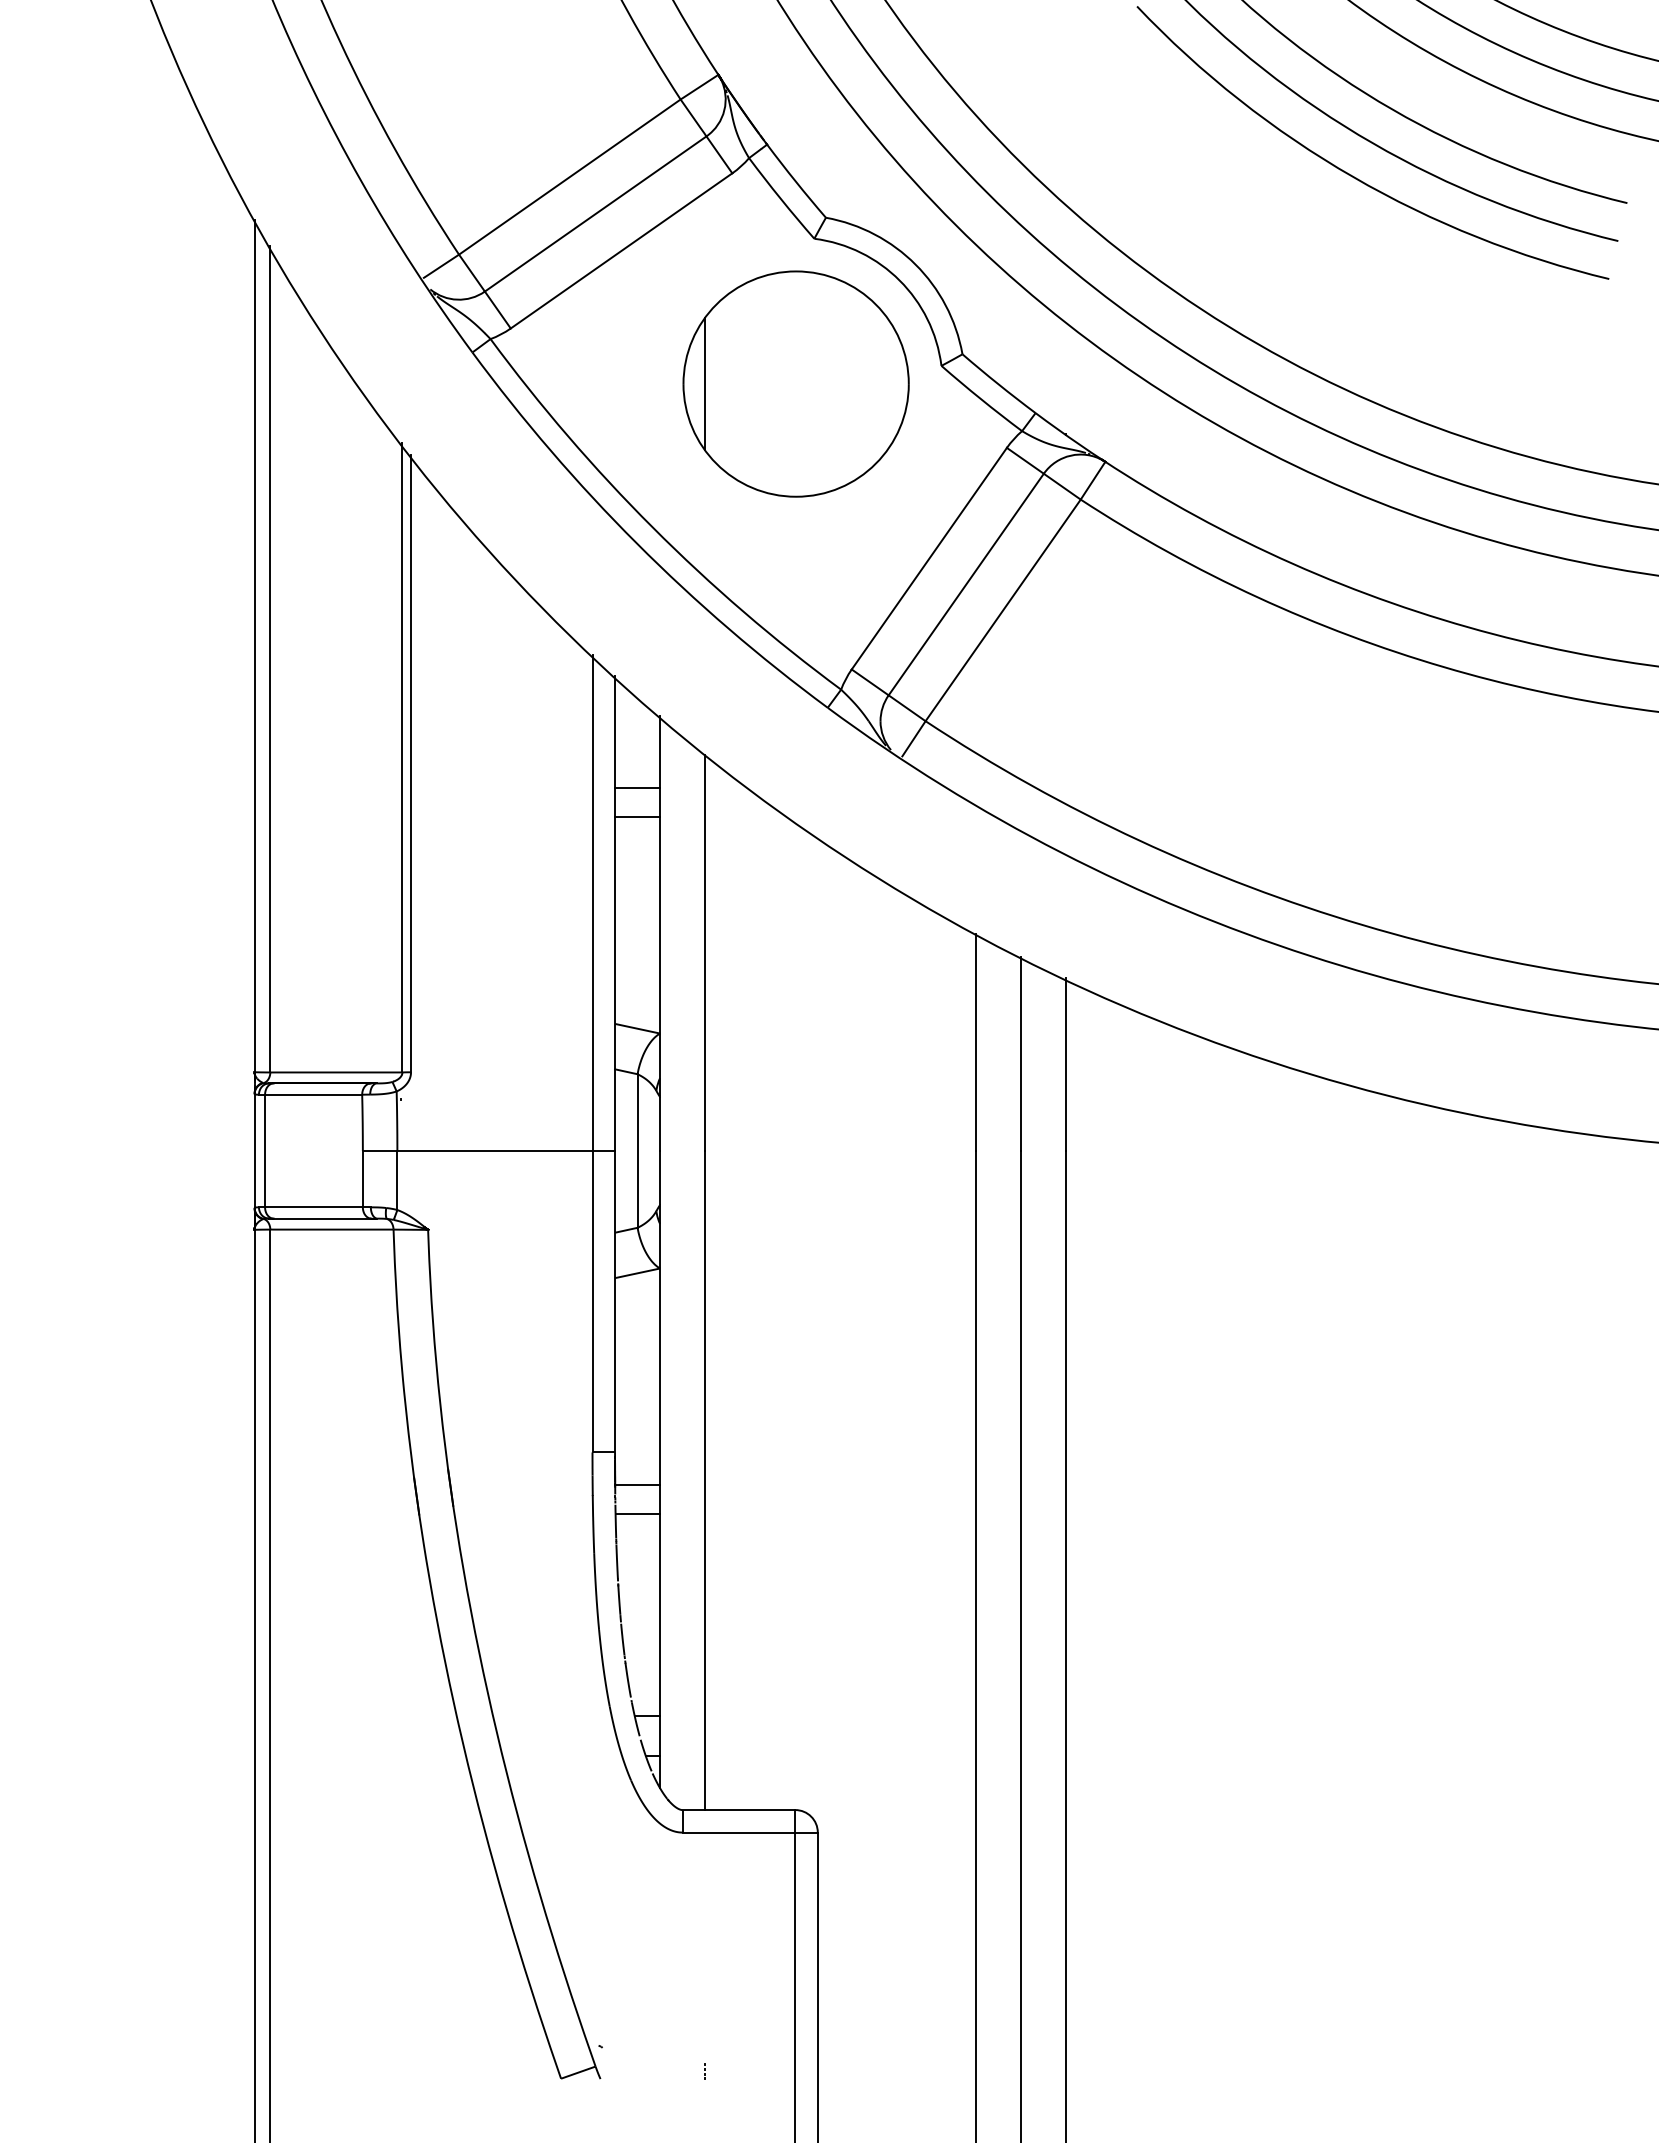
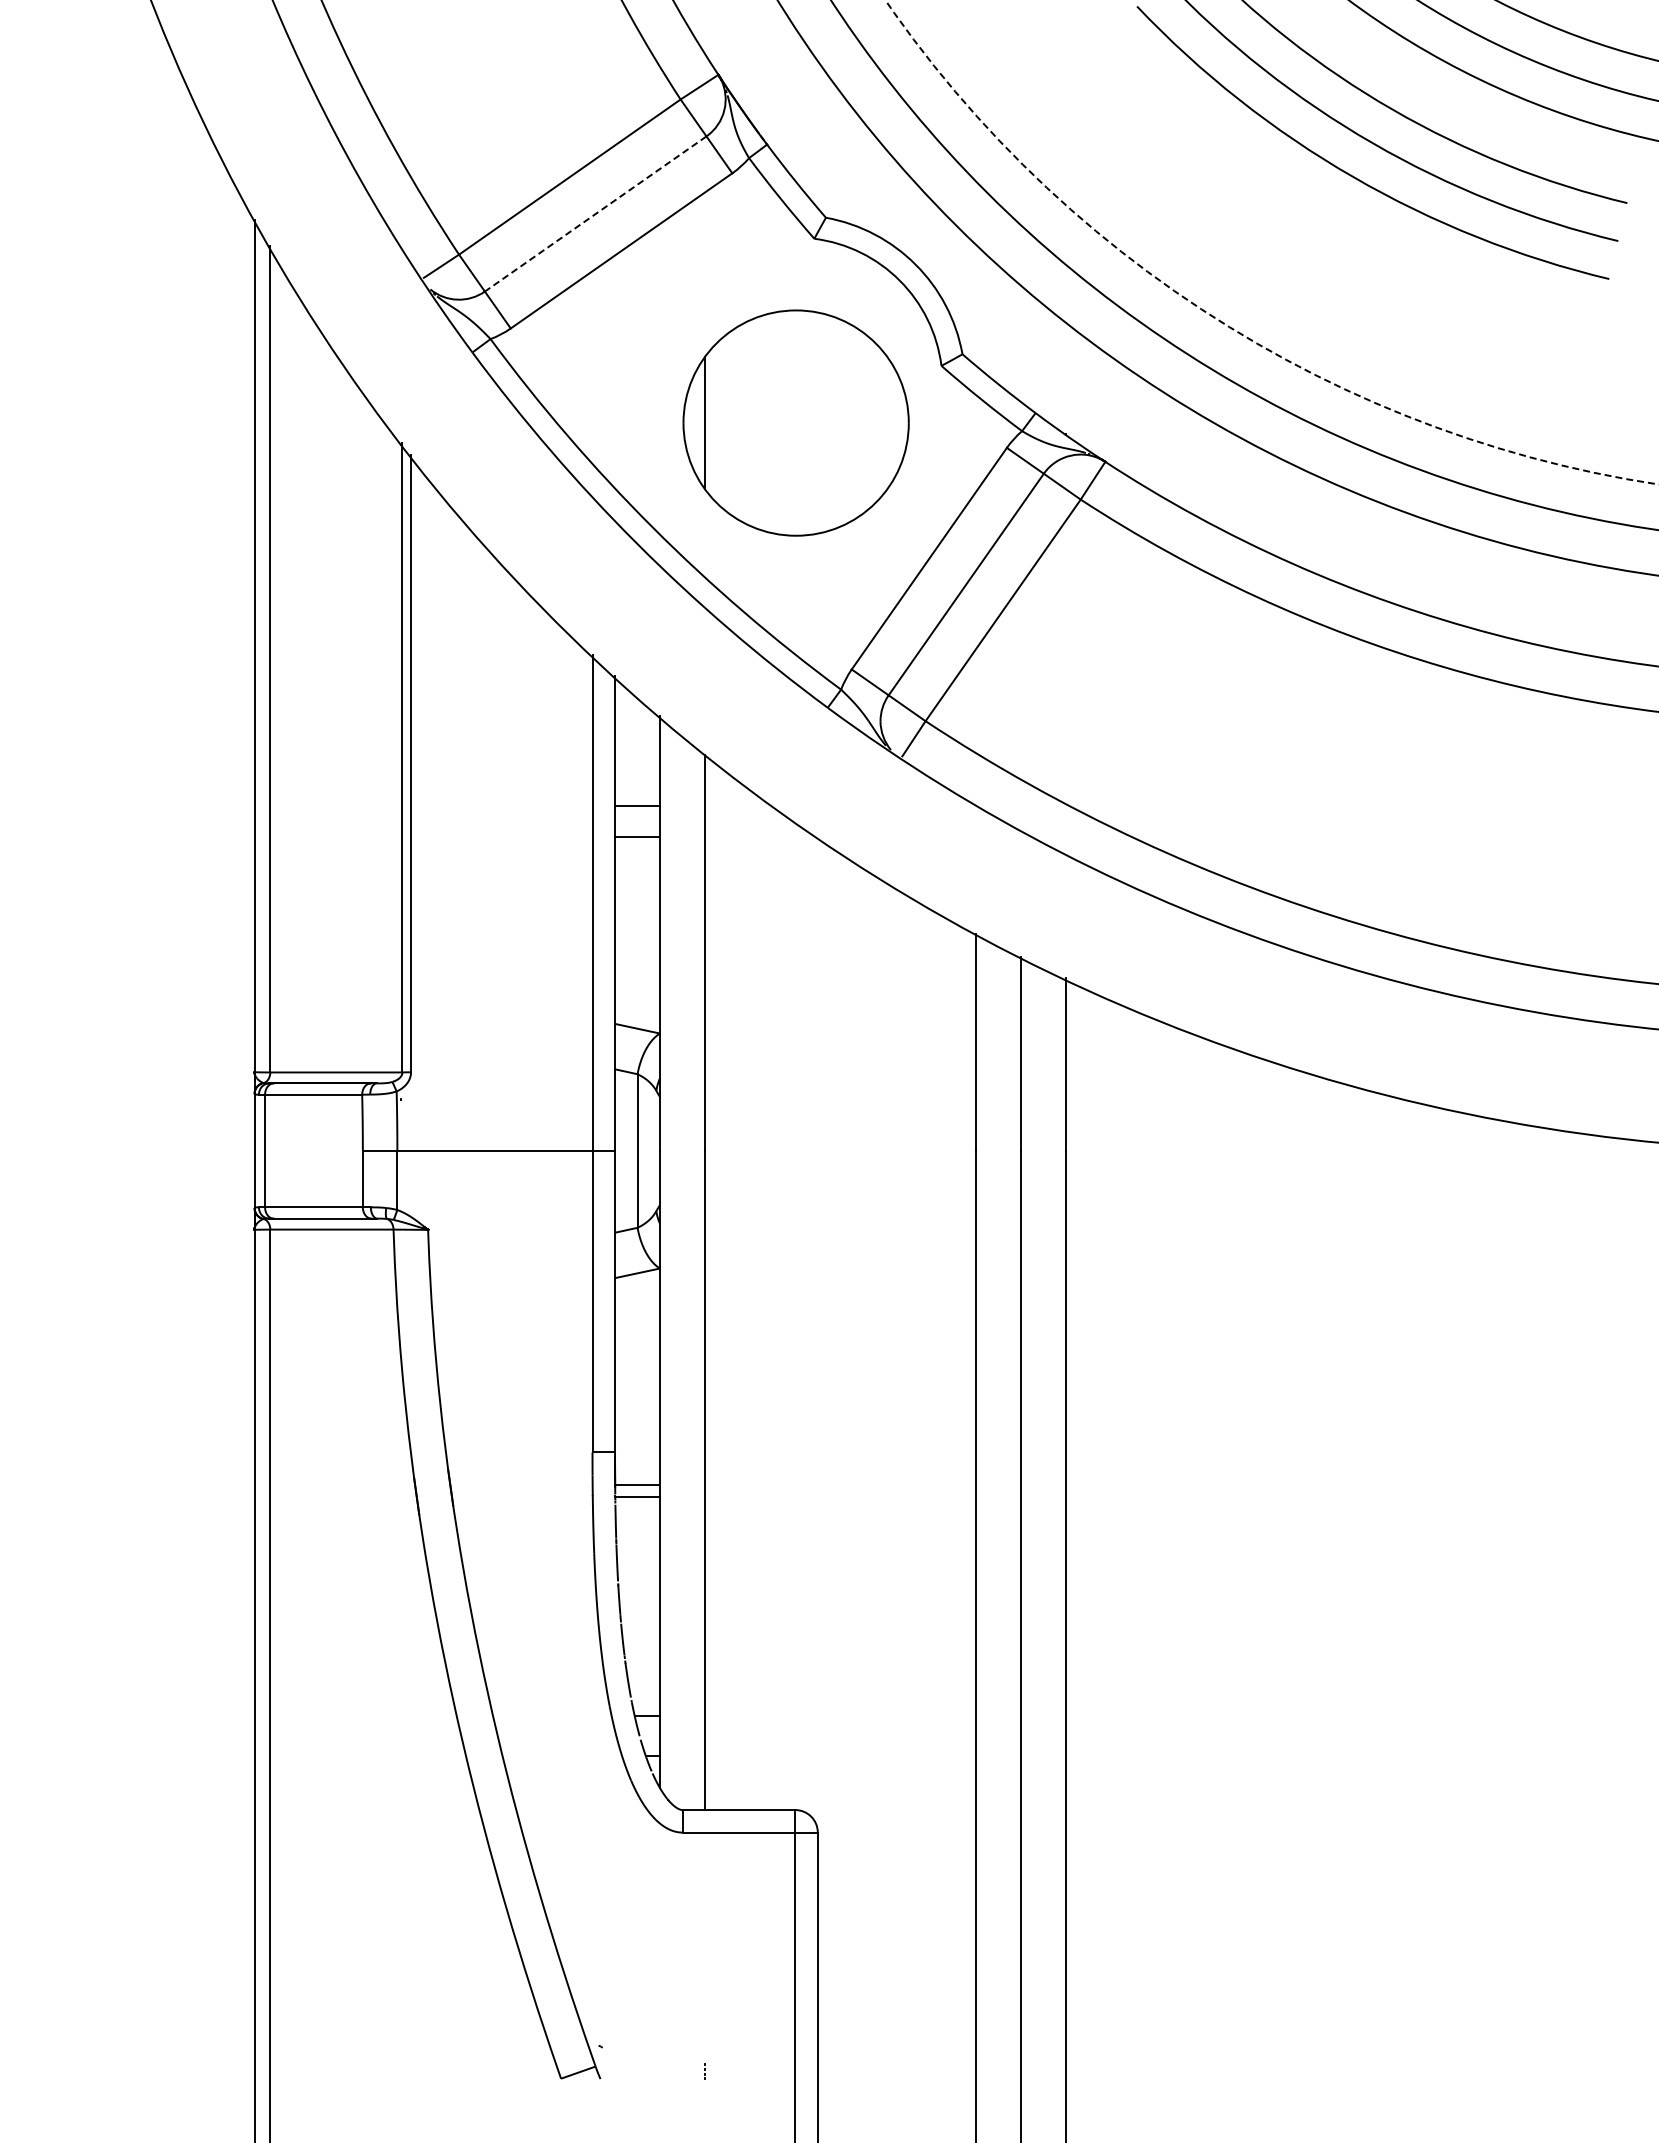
line at (595, 214): solid -> dashed
arc at (1221, 322): solid -> dashed
part at (795, 383) position: (795, 383) -> (795, 422)
line at (637, 788) position: (637, 788) -> (637, 806)
line at (637, 816) position: (637, 816) -> (637, 836)
line at (637, 1513) position: (637, 1513) -> (637, 1496)
